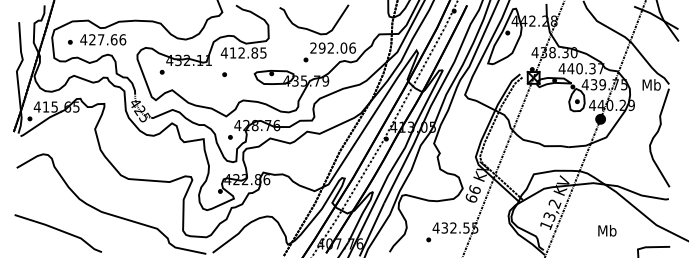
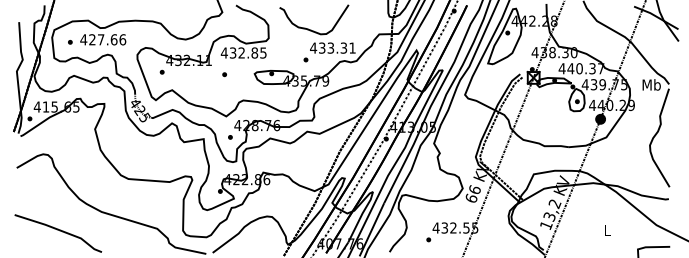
text at (332, 47): 292.06 -> 433.31
text at (232, 52): 412.85 -> 432.85
text at (607, 230): Mb -> L
